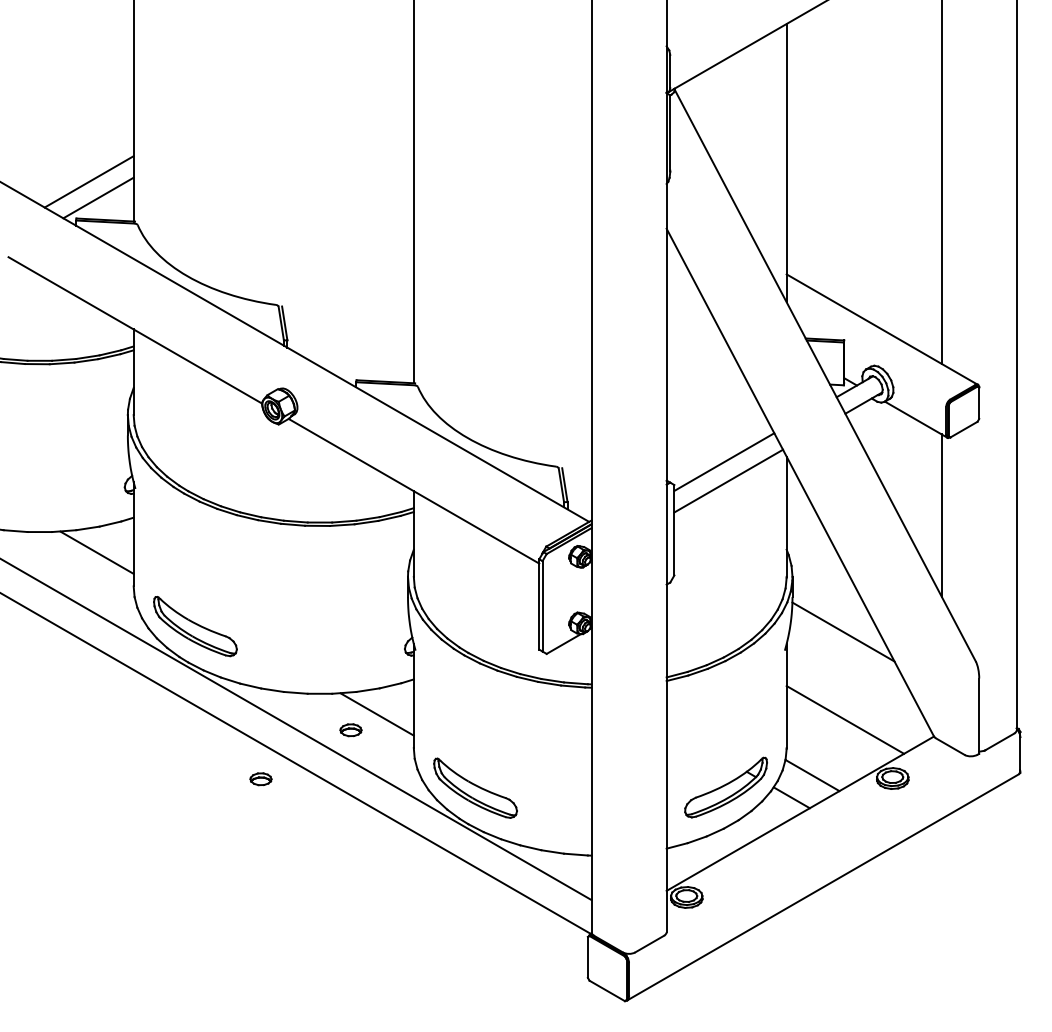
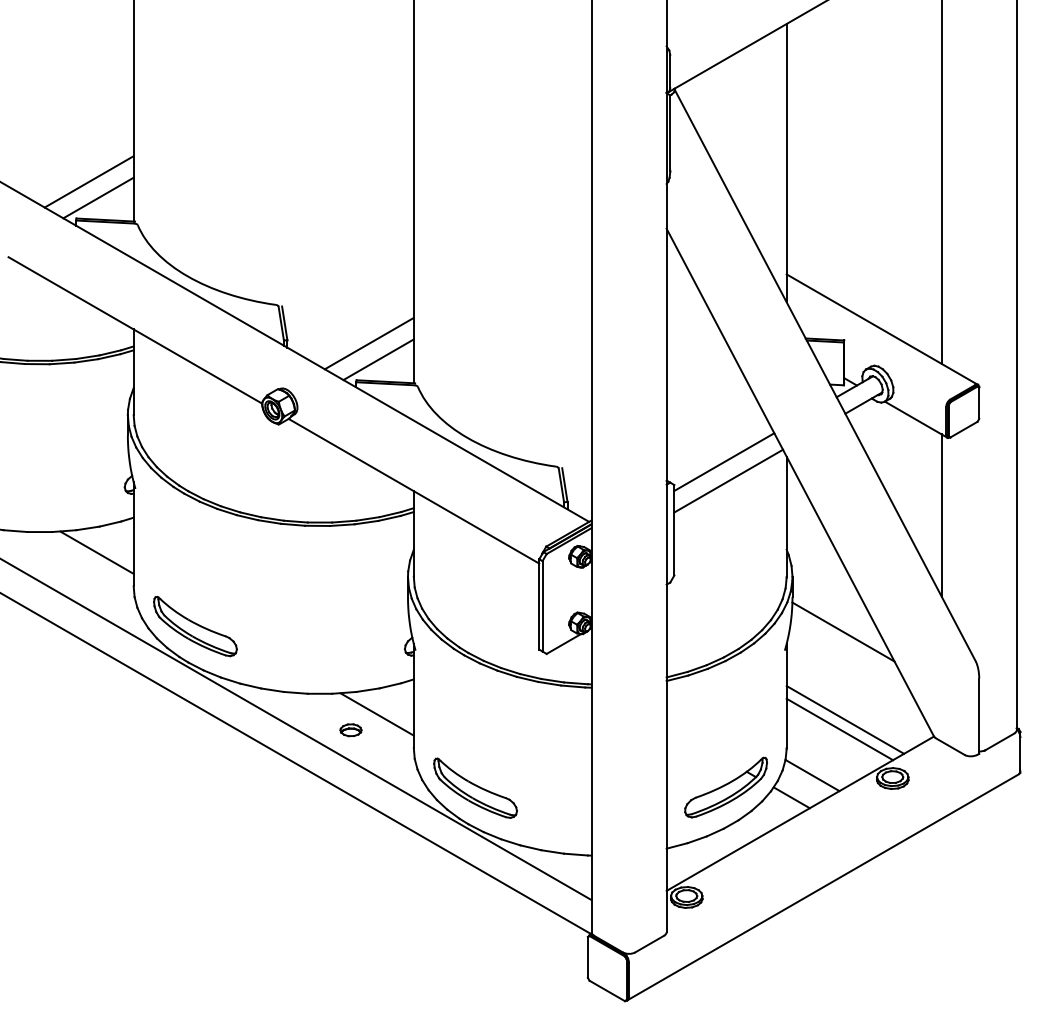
line at (368, 343): none -> present
line at (378, 359): none -> present
line at (839, 729): none -> present
part at (260, 779): present -> none
